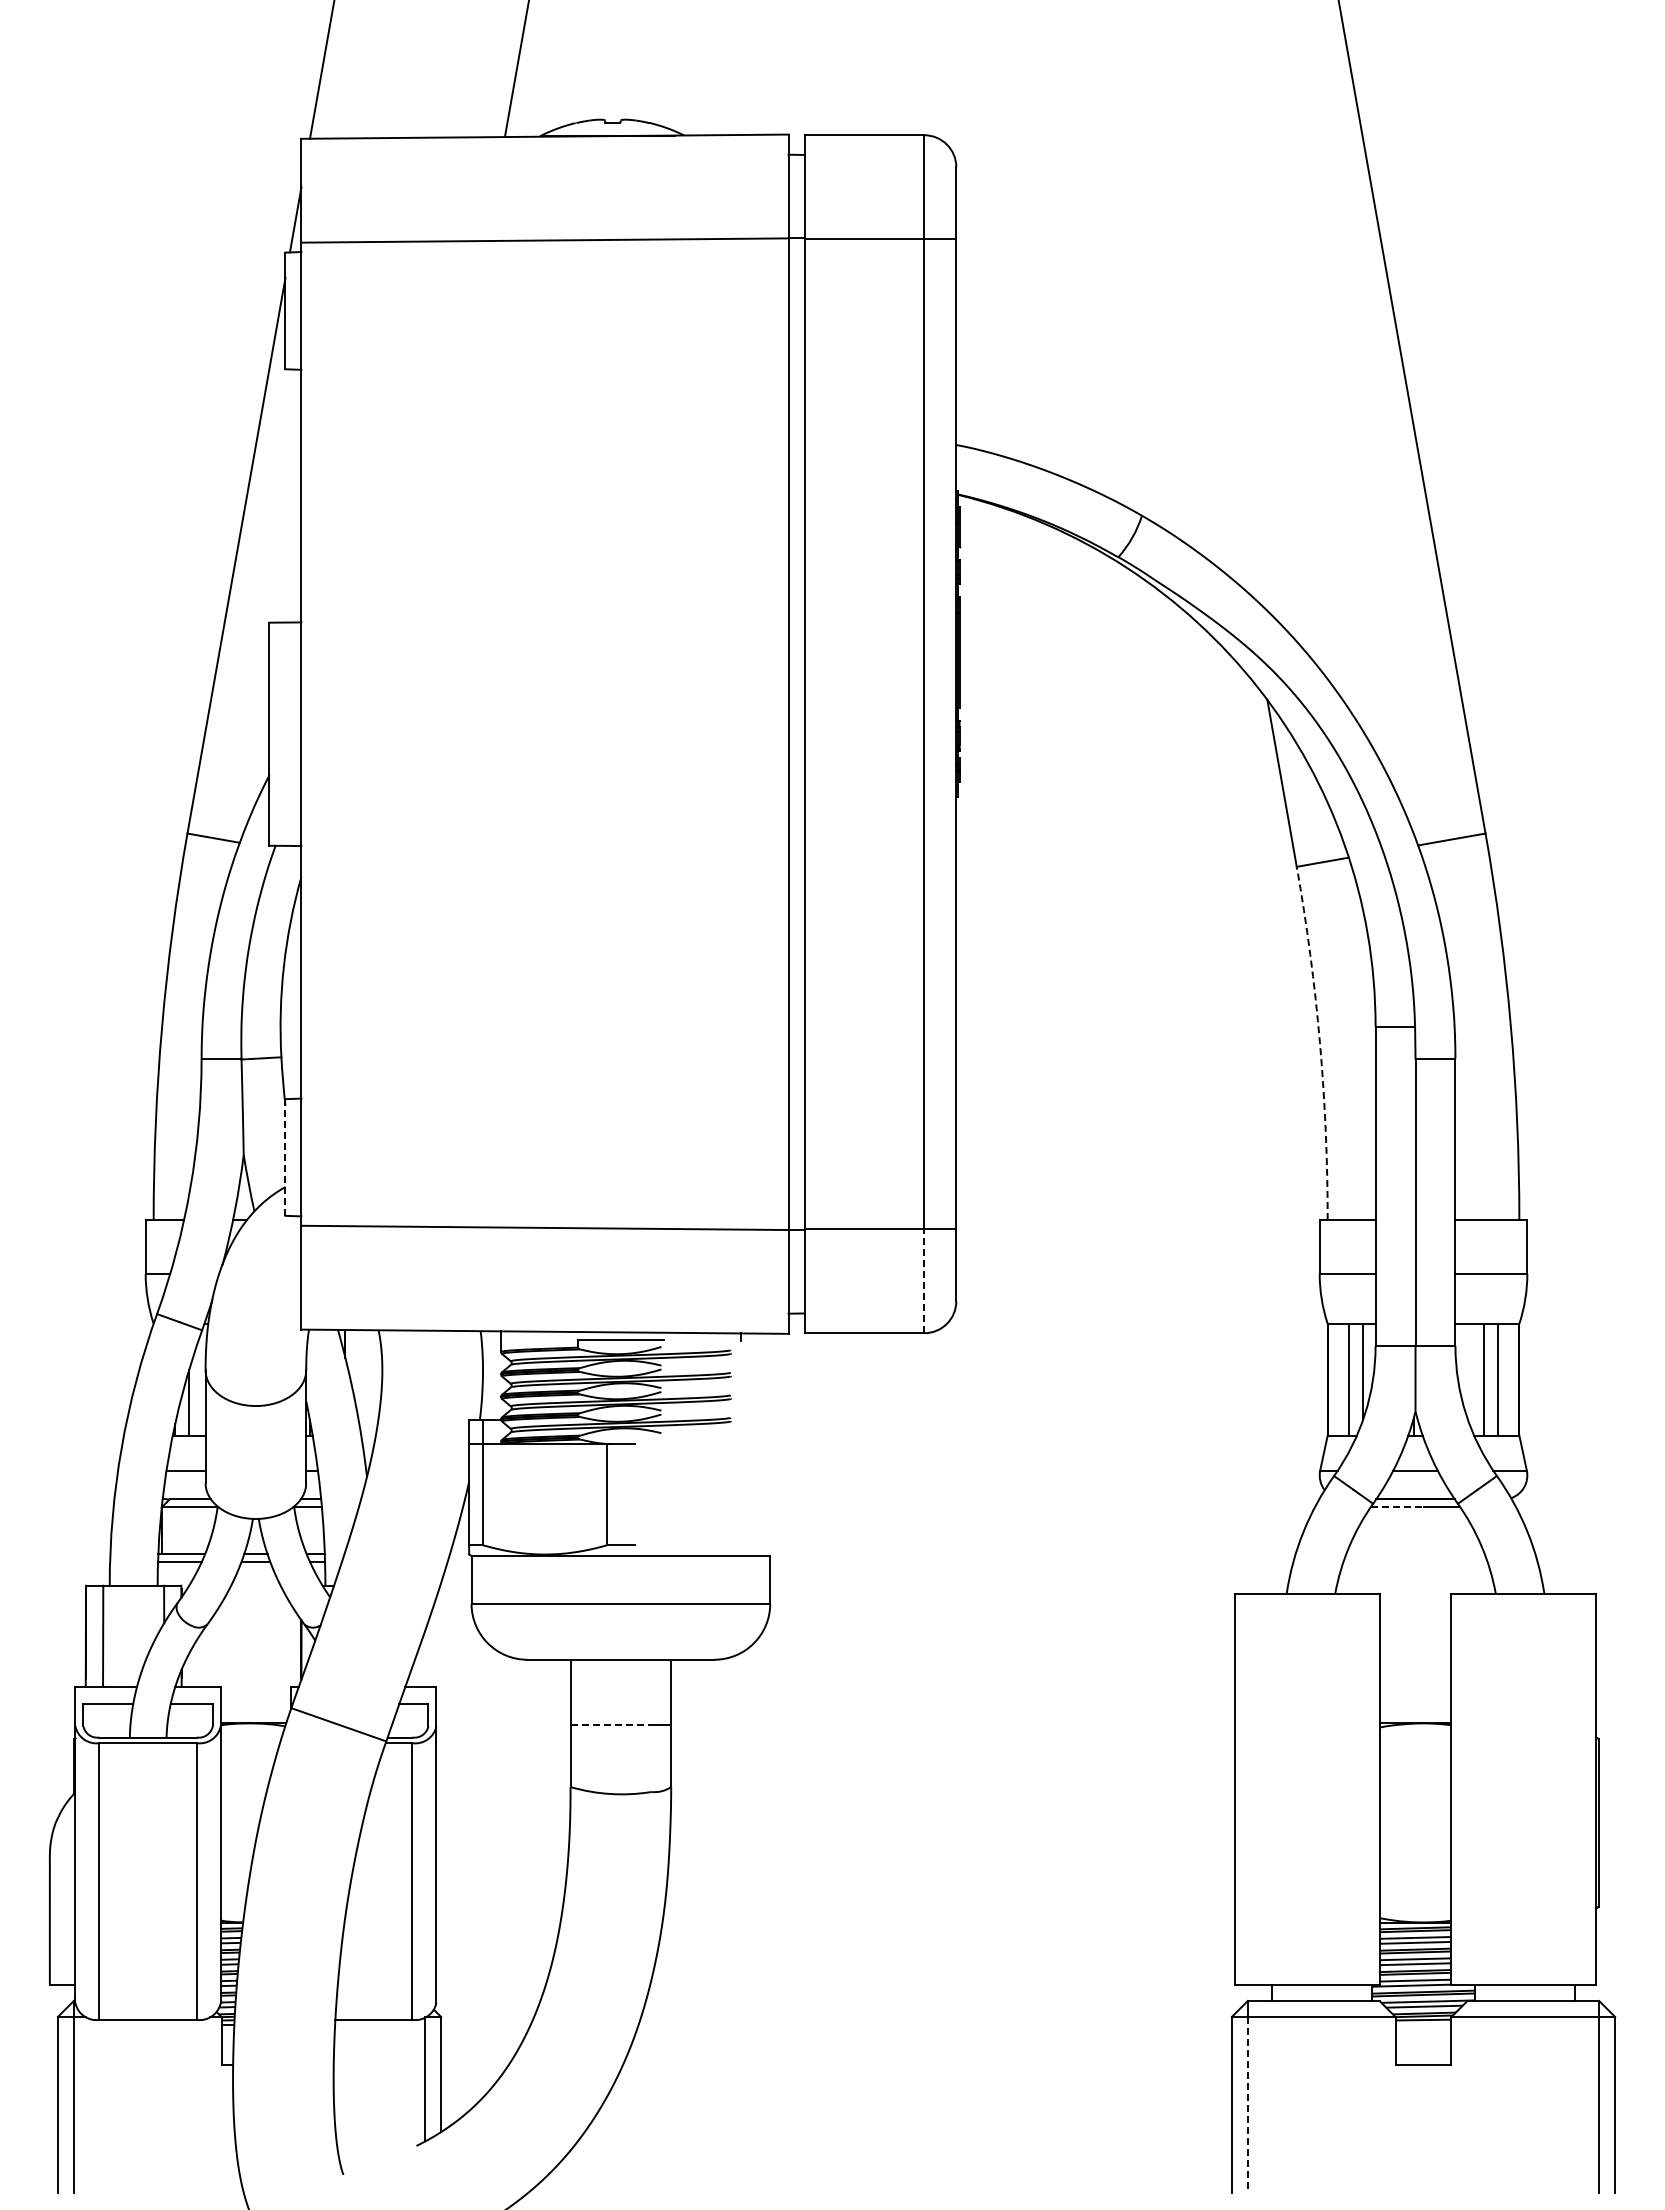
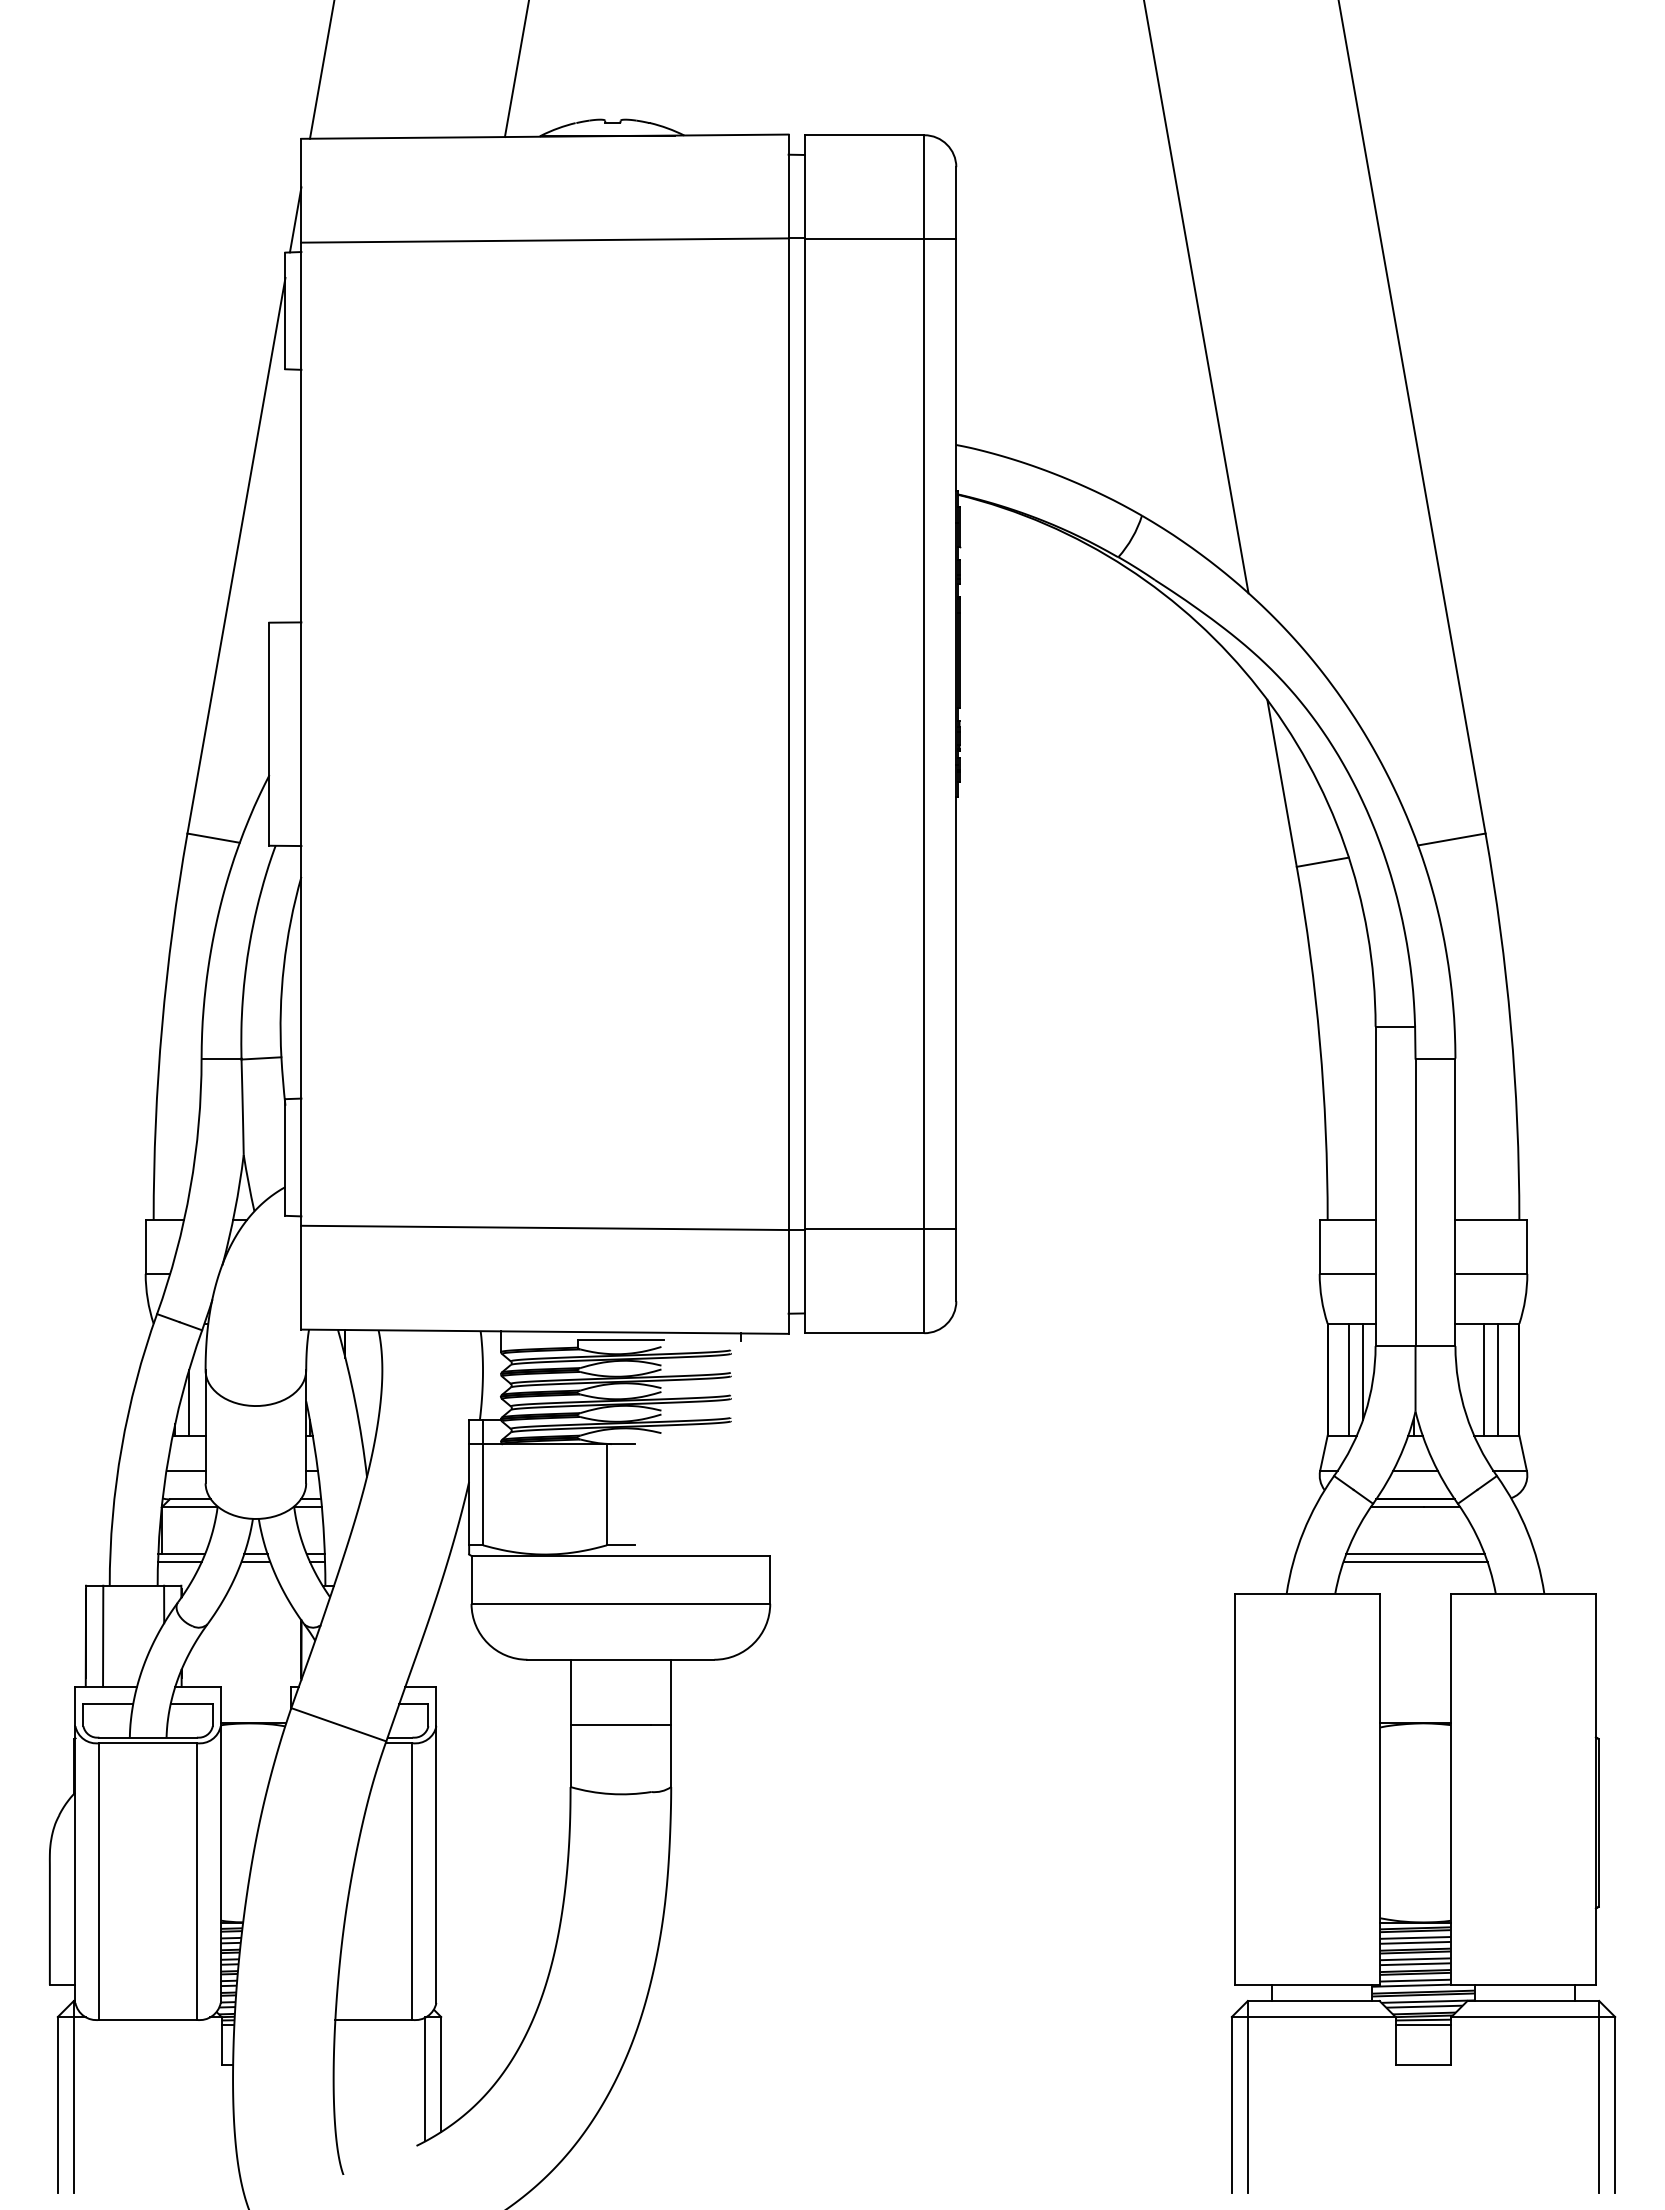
line at (1196, 297): none -> present
arc at (1319, 1042): dashed -> solid
line at (285, 1158): dashed -> solid
line at (924, 1281): dashed -> solid
line at (1397, 1507): dashed -> solid
line at (1415, 1553): none -> present
line at (1415, 1561): none -> present
line at (611, 1724): dashed -> solid
line at (1423, 2024): none -> present
line at (1247, 2104): dashed -> solid
